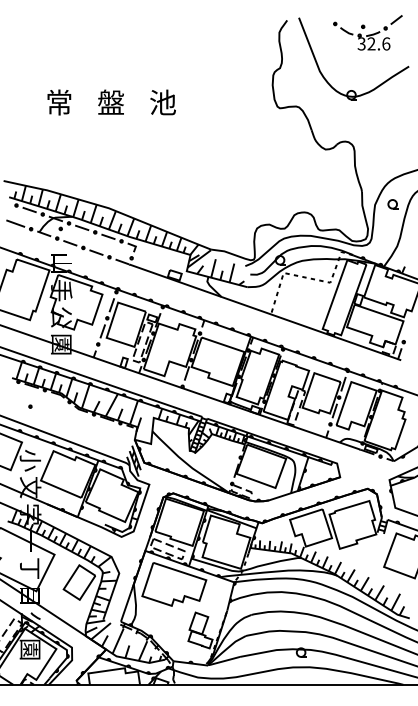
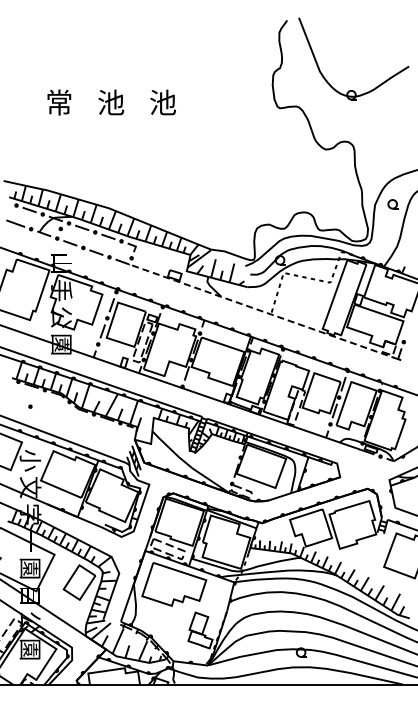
part at (367, 32): present -> none
text at (111, 102): 盤 -> 池
line at (263, 311): solid -> dashed
text at (29, 568): 丁 -> 園
